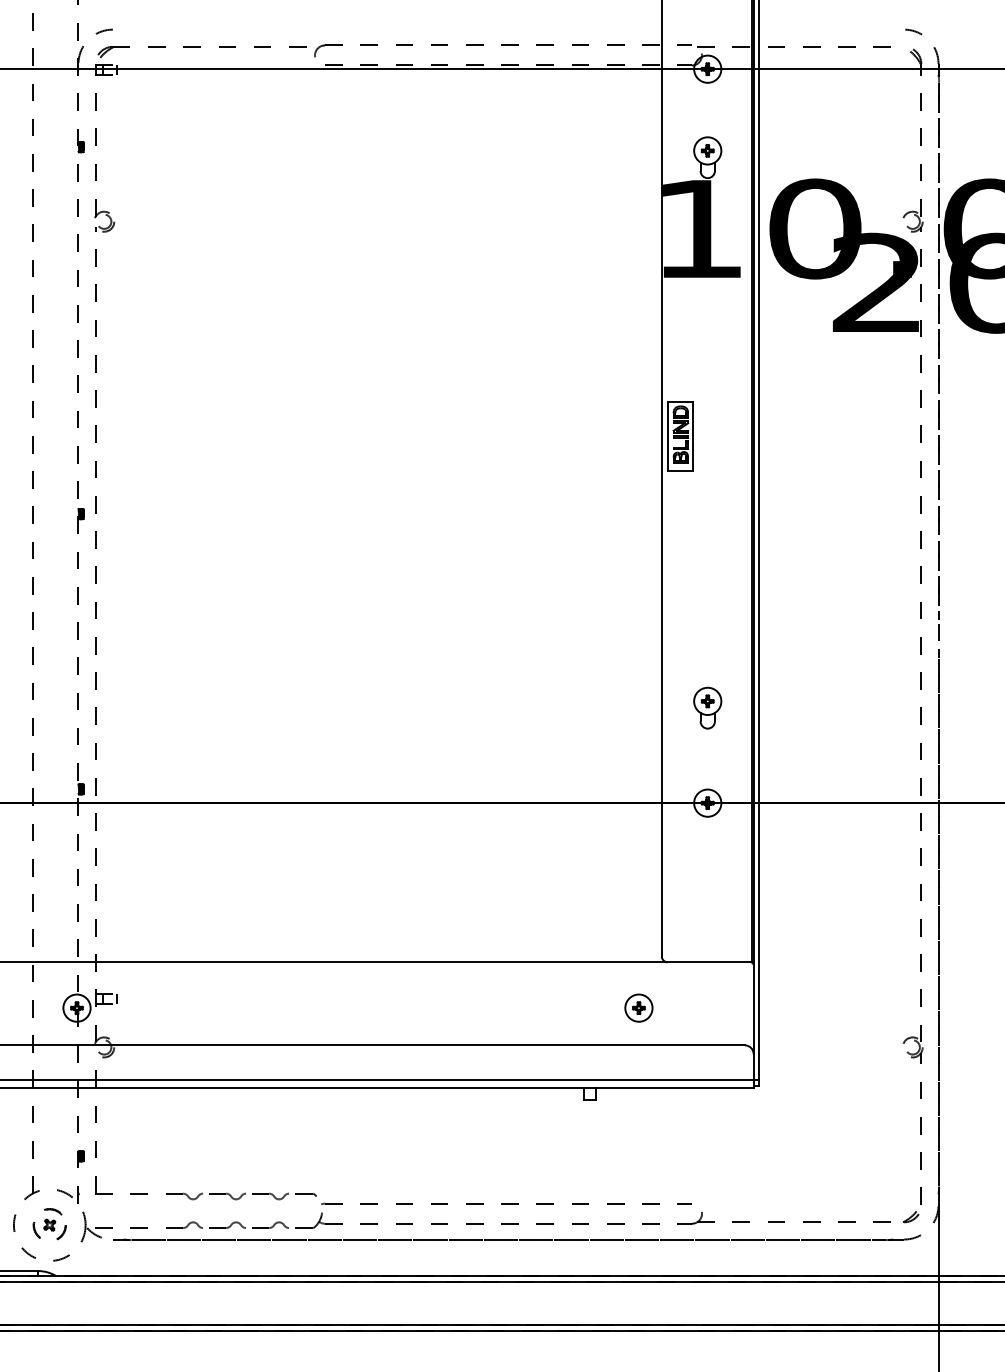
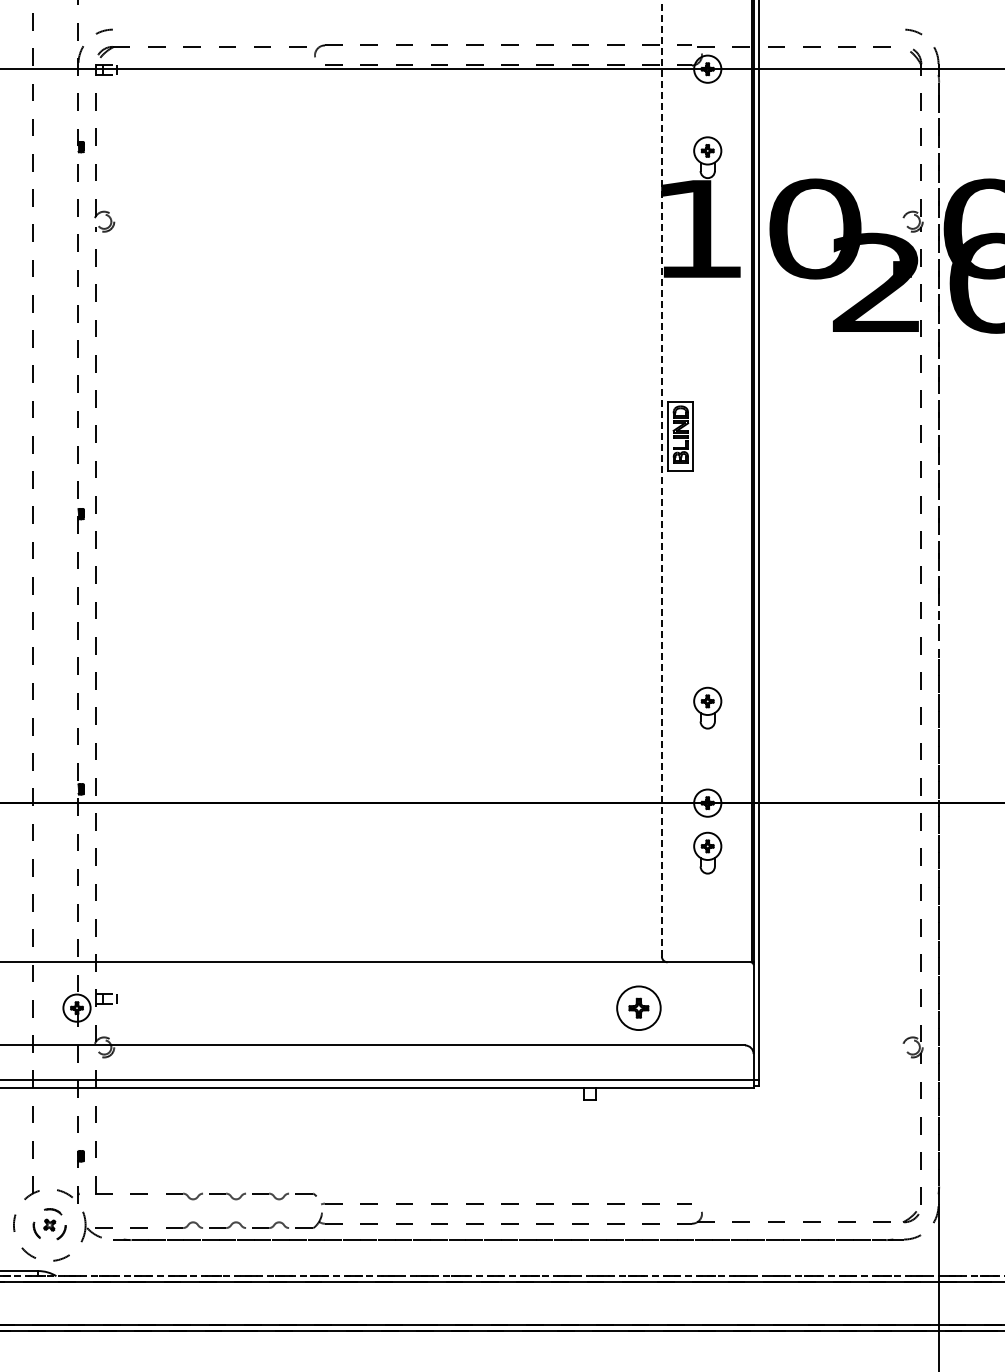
line at (661, 478): solid -> dashed
part at (707, 852): none -> present
part at (638, 1007) size: 30x30 px -> 46x46 px
line at (502, 1276): solid -> dashed
